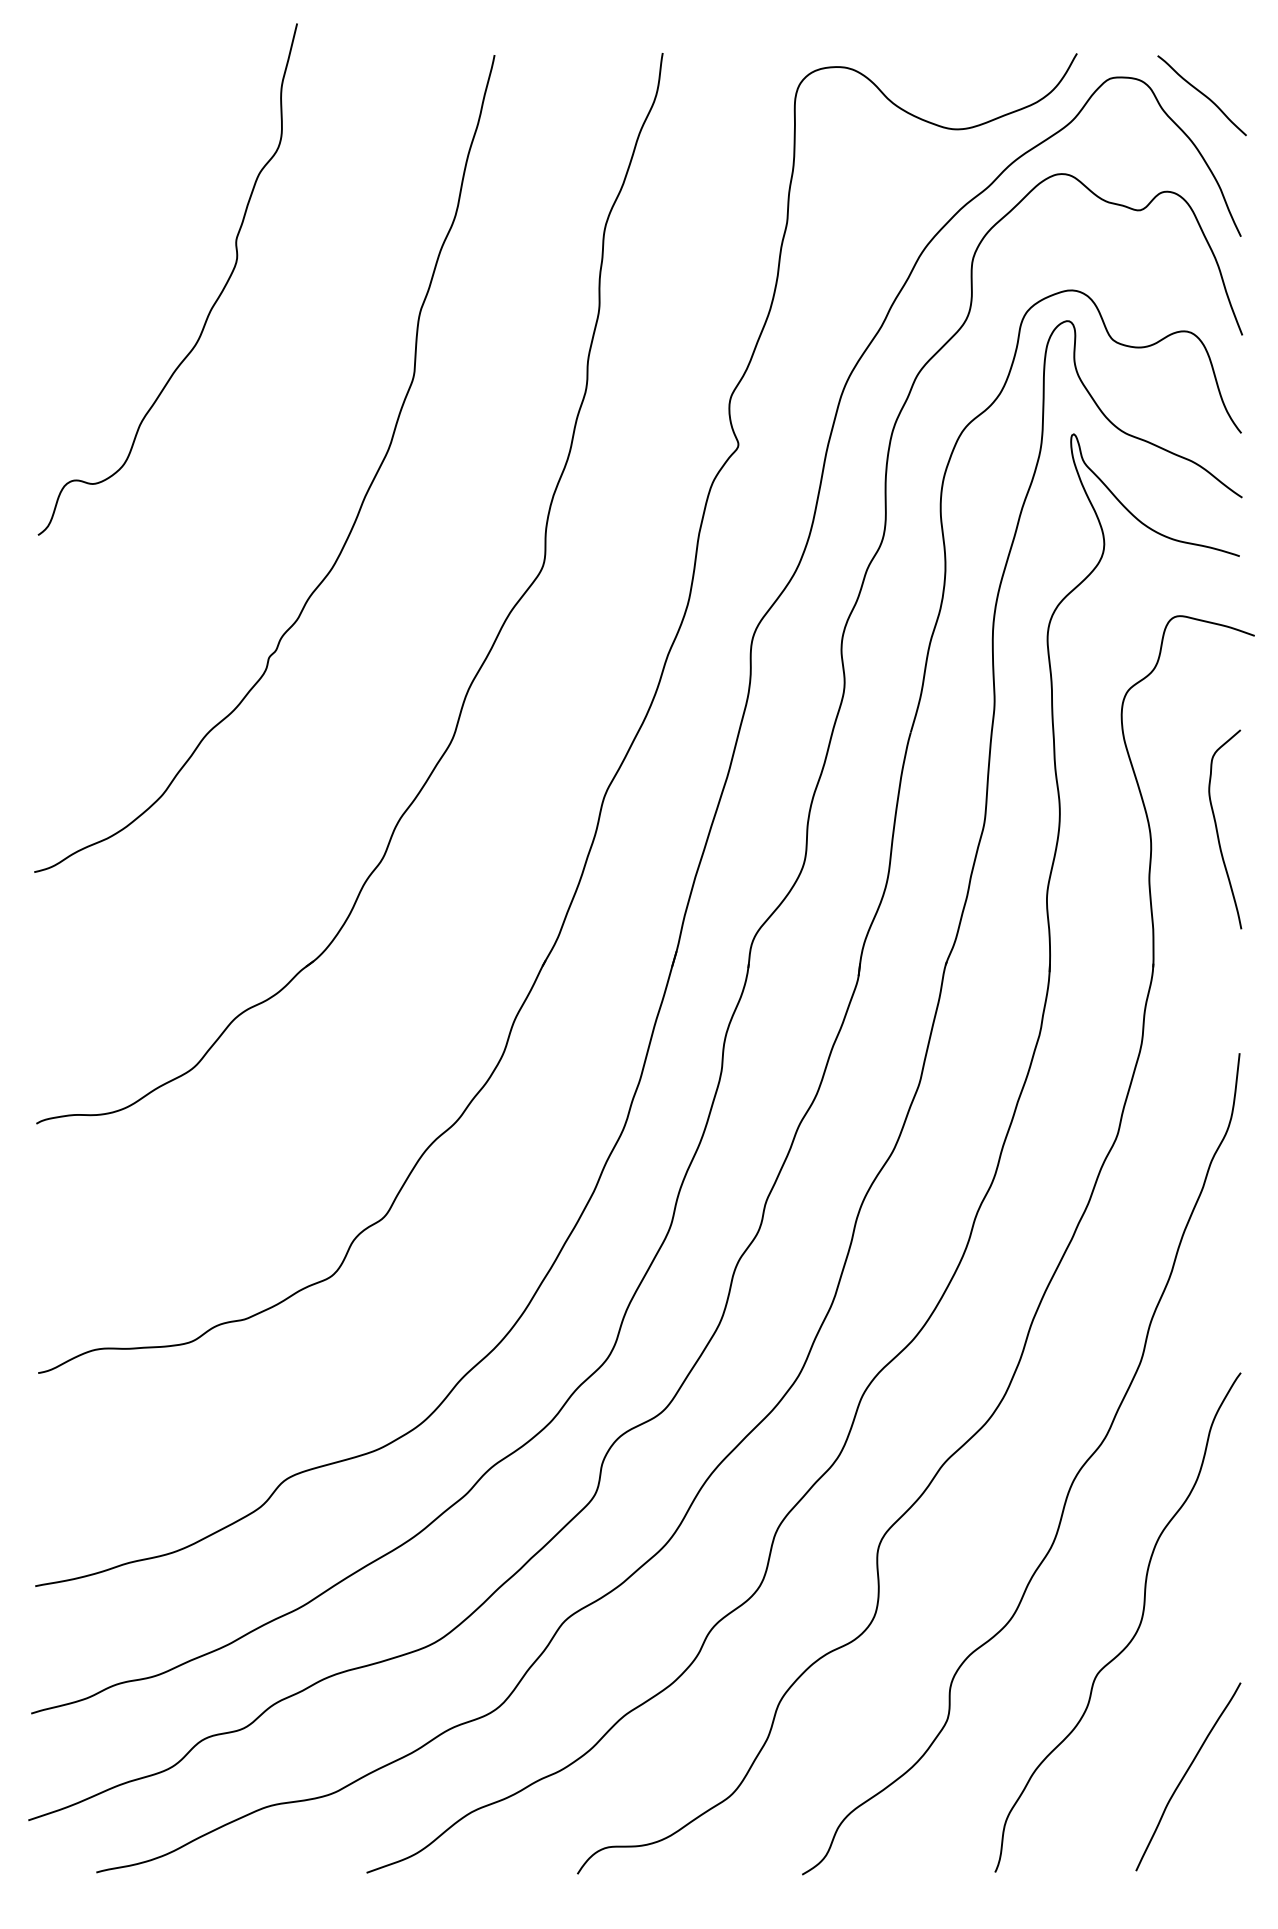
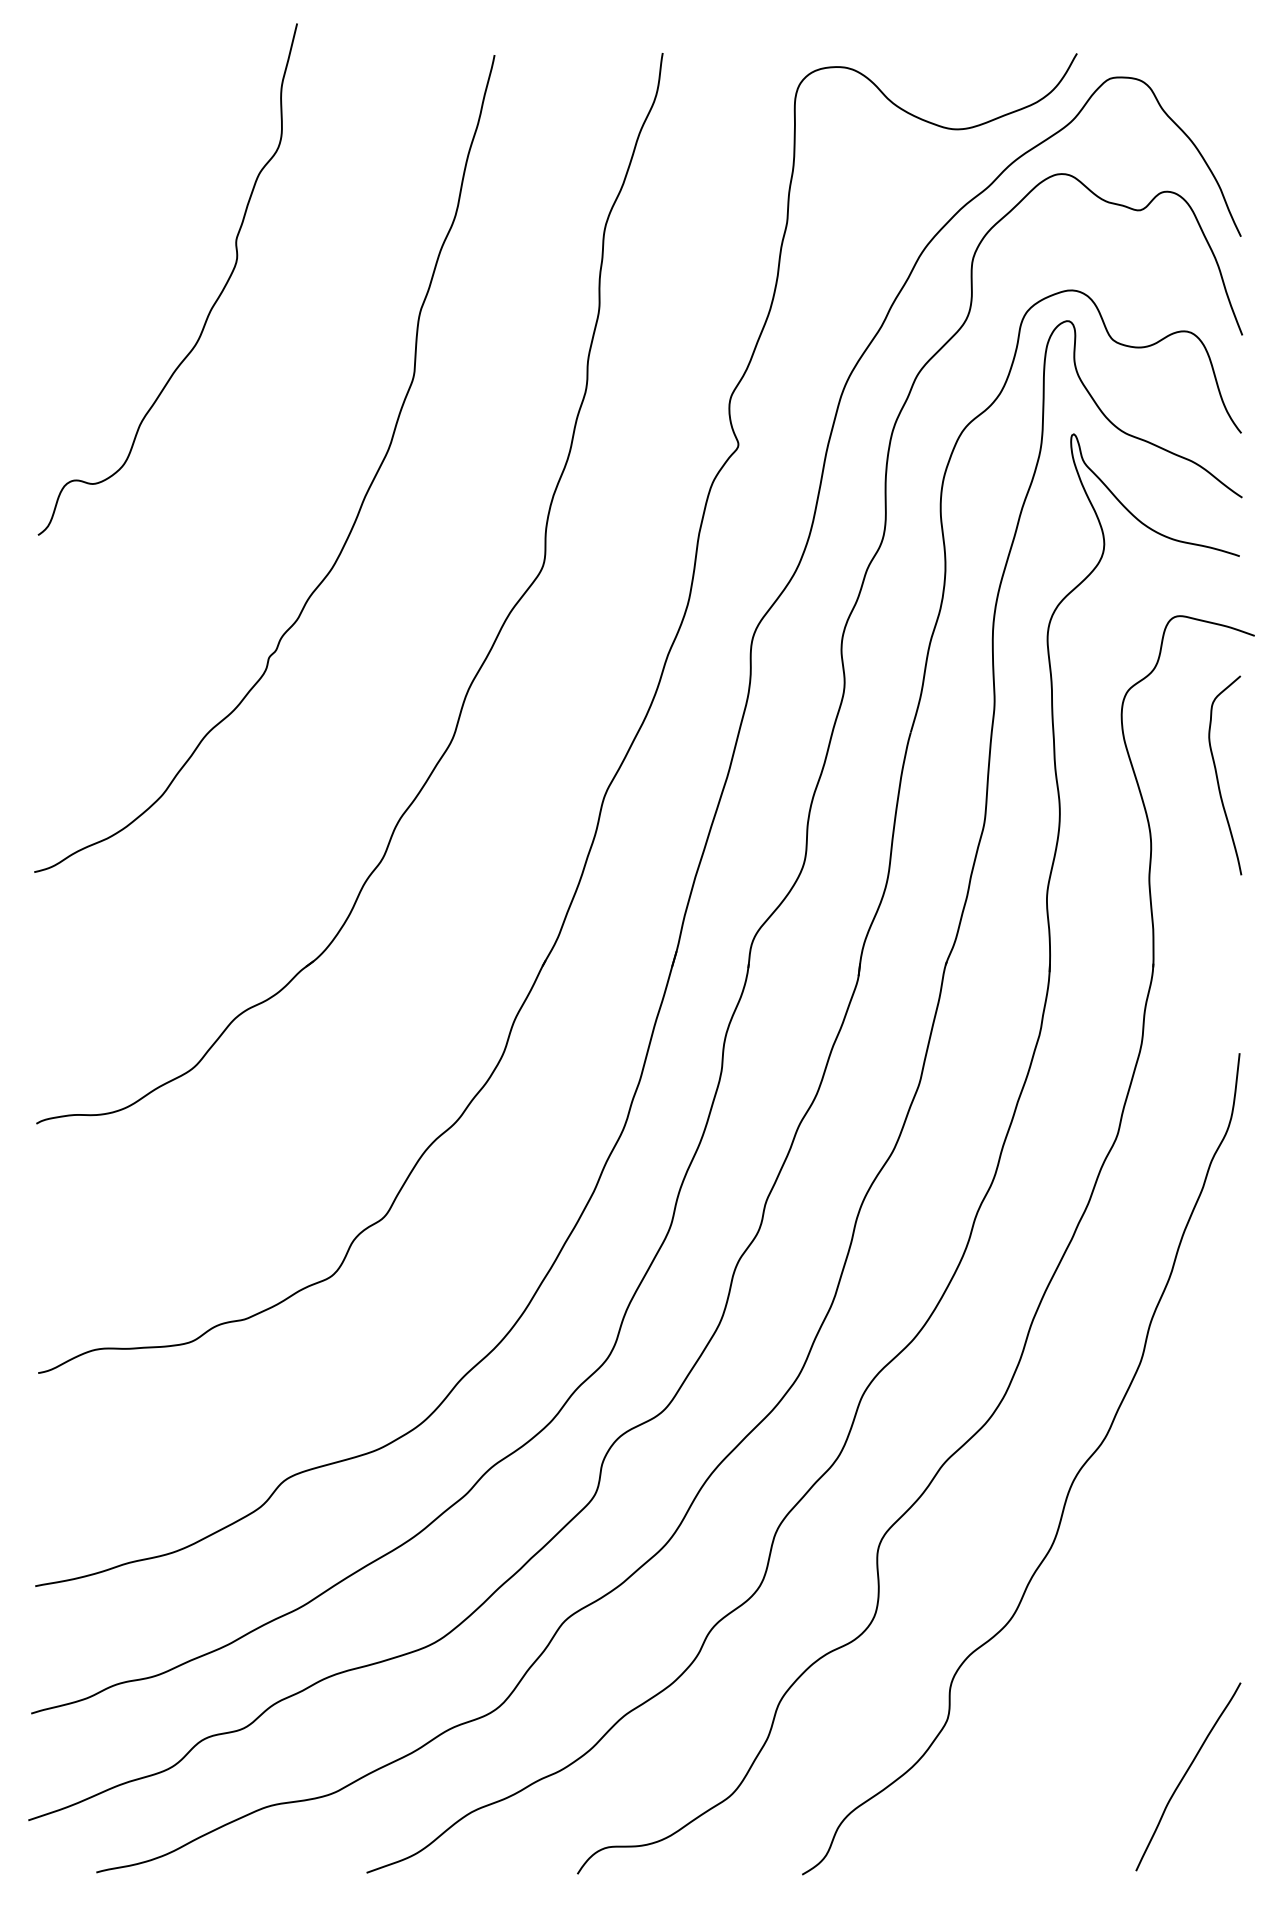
curve at (1201, 94): present -> none
curve at (1218, 832) position: (1218, 832) -> (1218, 778)
curve at (1134, 1633): present -> none
